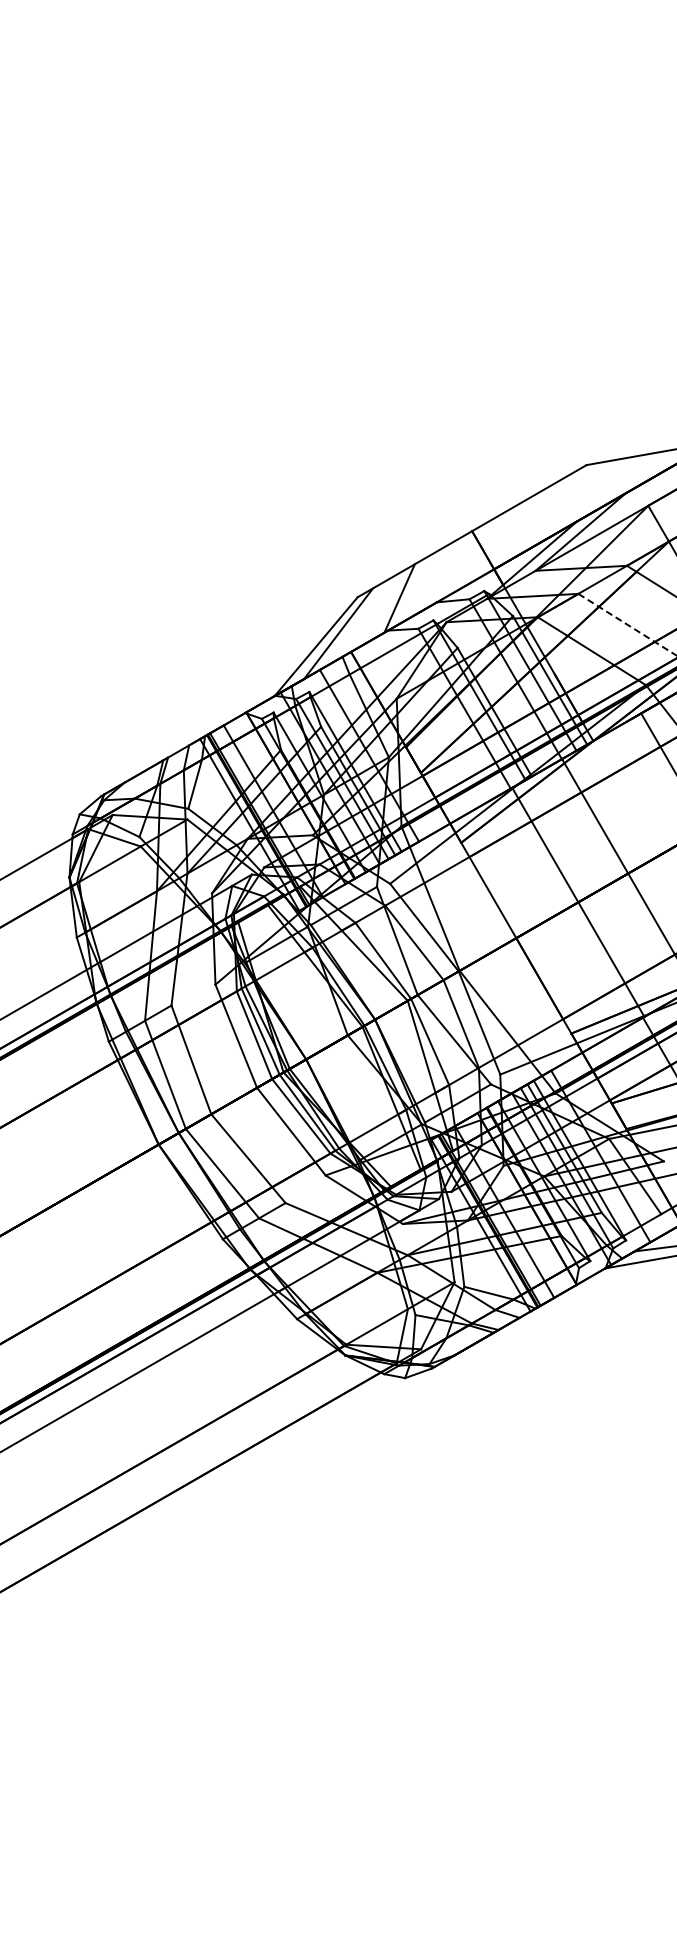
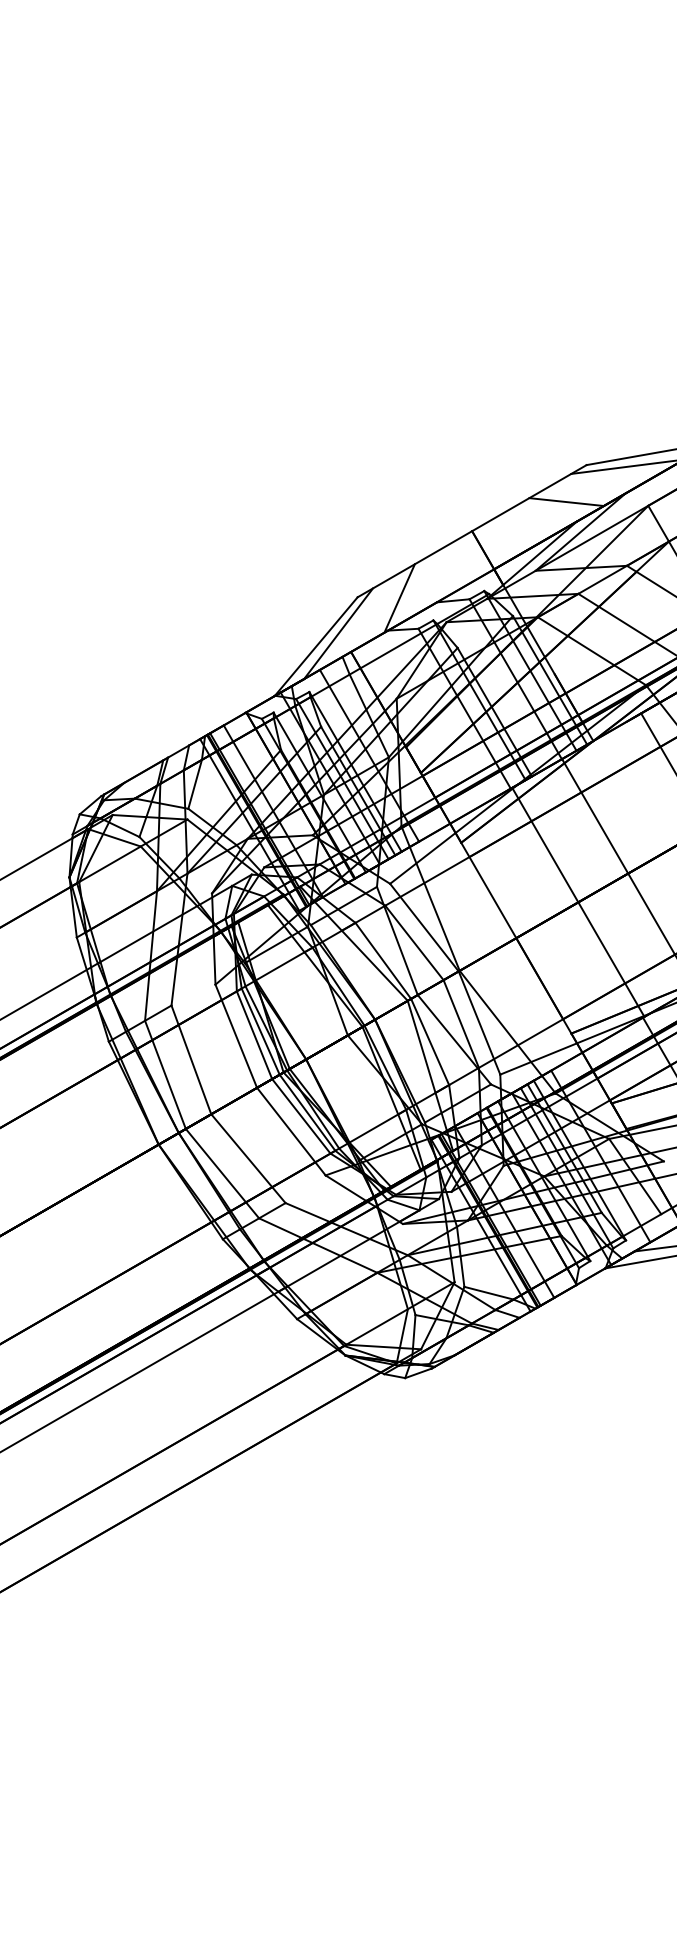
line at (622, 467): none -> present
line at (566, 502): none -> present
line at (627, 624): dashed -> solid
